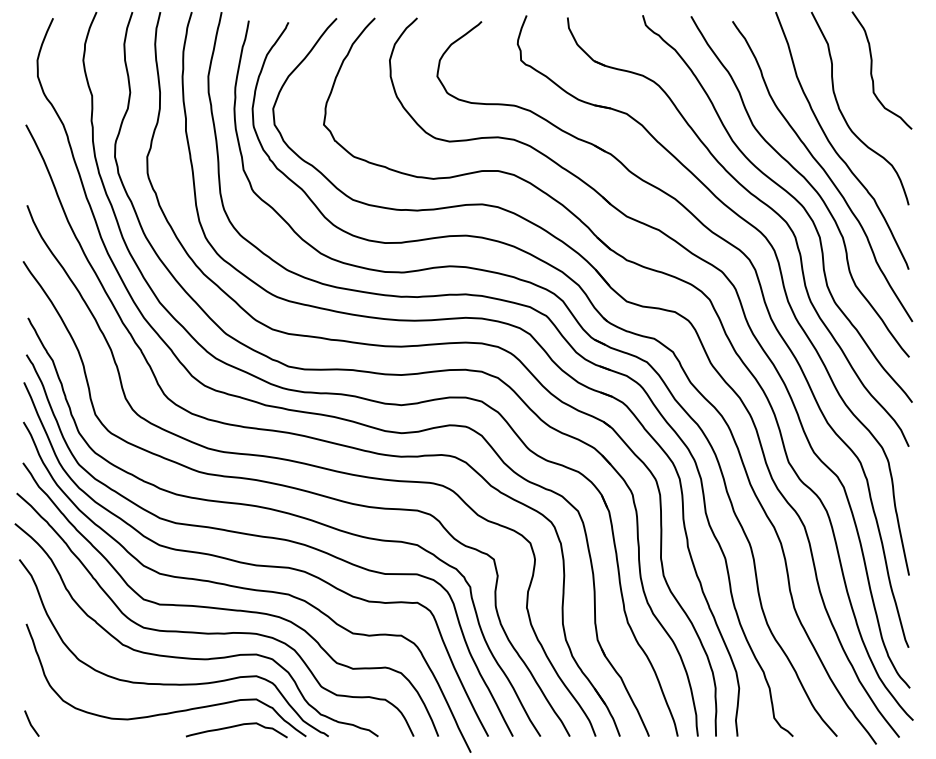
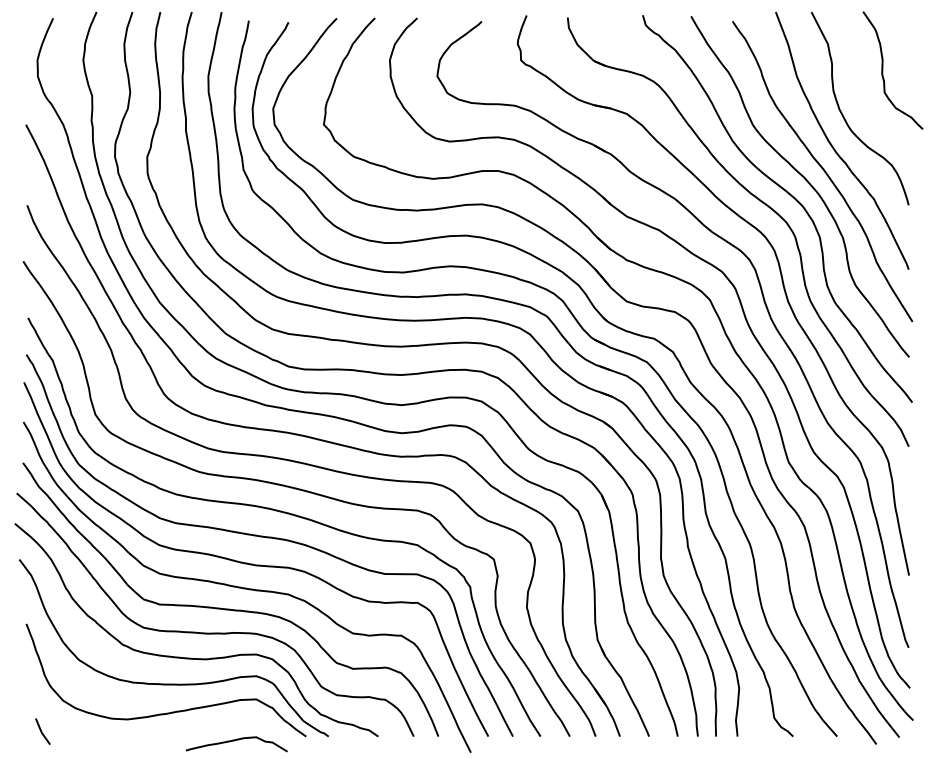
curve at (872, 70) position: (872, 70) -> (883, 70)
line at (31, 723) position: (31, 723) -> (42, 731)
curve at (234, 727) position: (234, 727) -> (234, 741)
